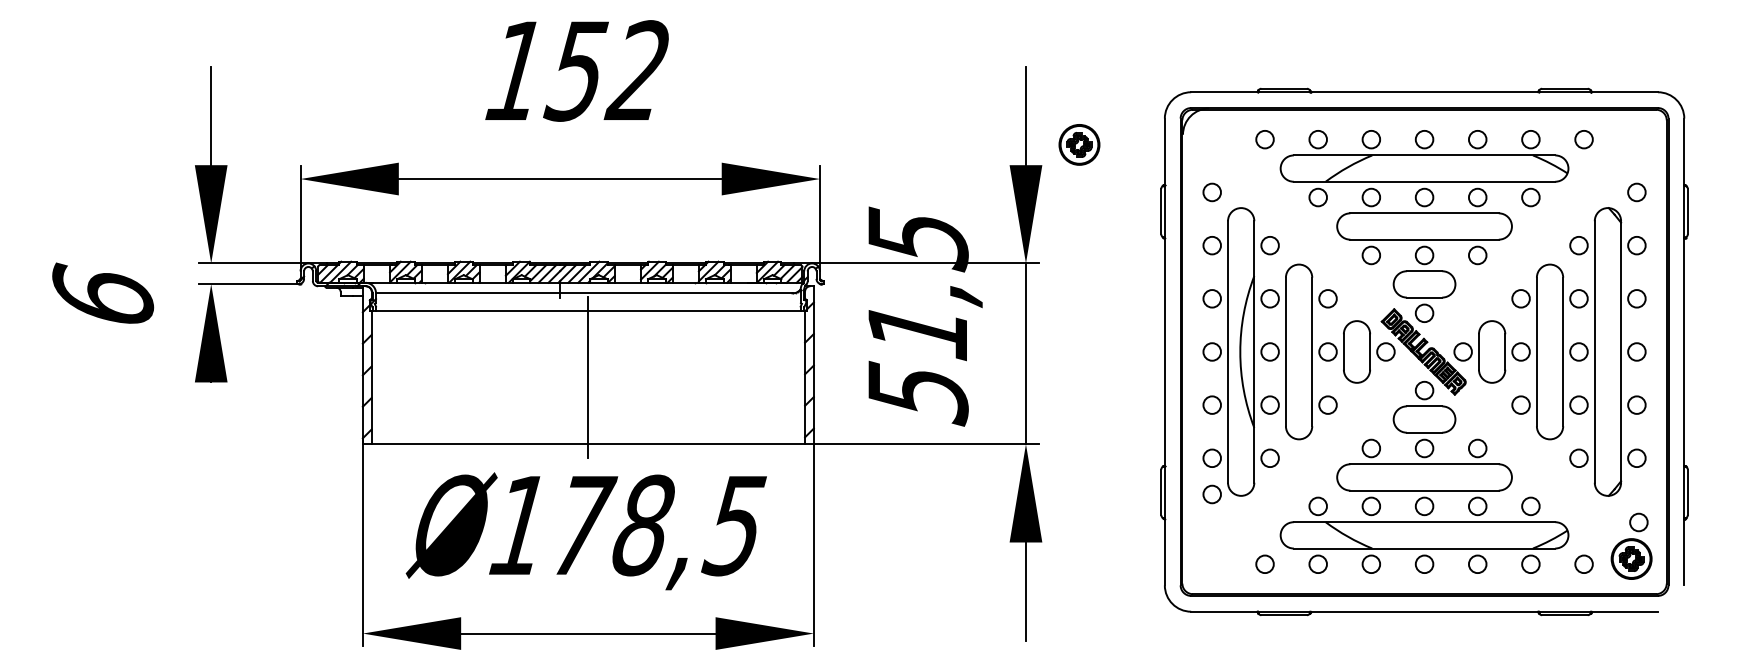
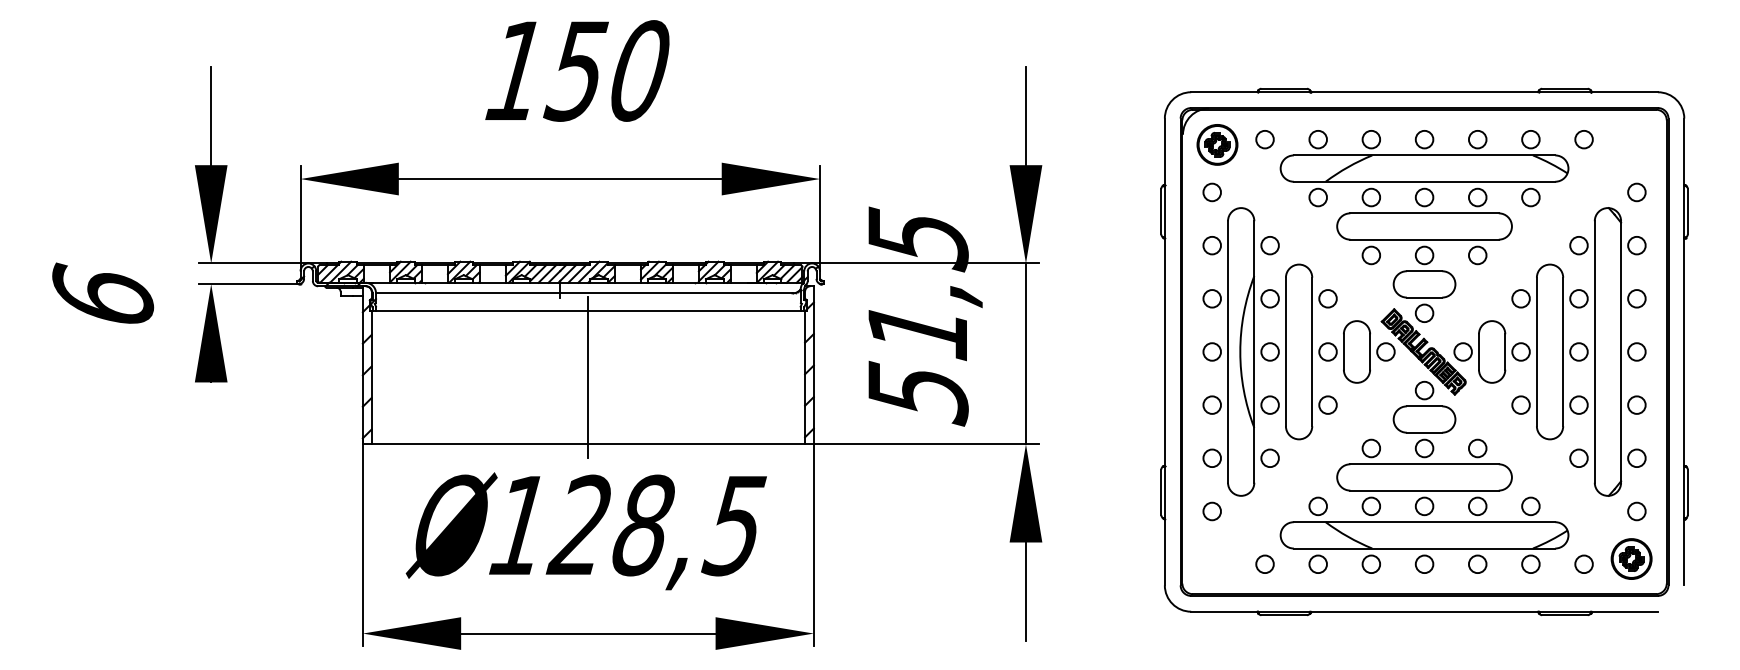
text at (636, 70): 152 -> 150
part at (1079, 144) position: (1079, 144) -> (1217, 144)
circle at (1211, 494) position: (1211, 494) -> (1211, 511)
circle at (1638, 522) position: (1638, 522) -> (1636, 511)
text at (581, 524): 178,5 -> 128,5
